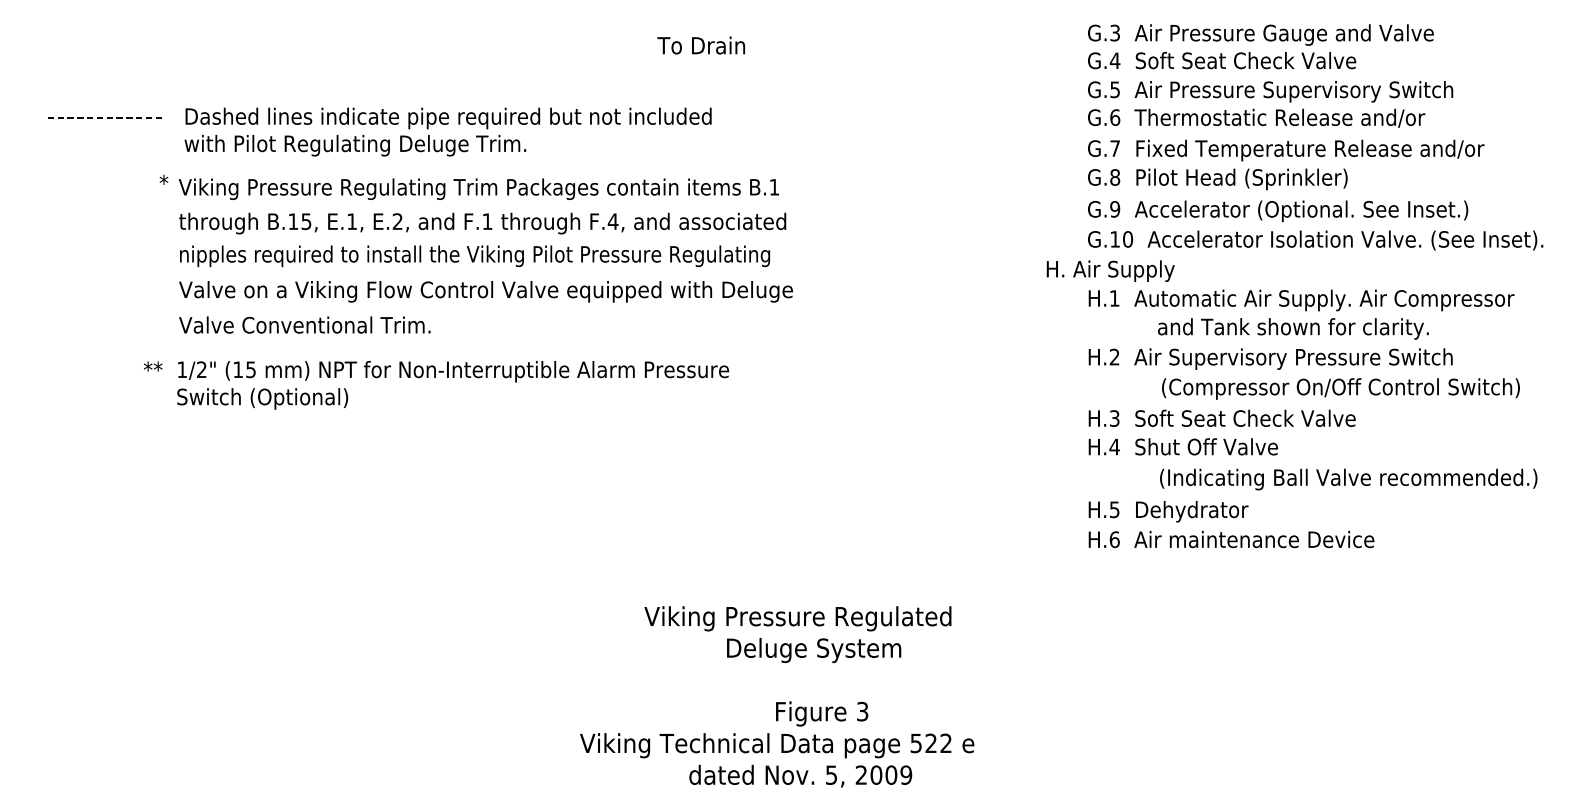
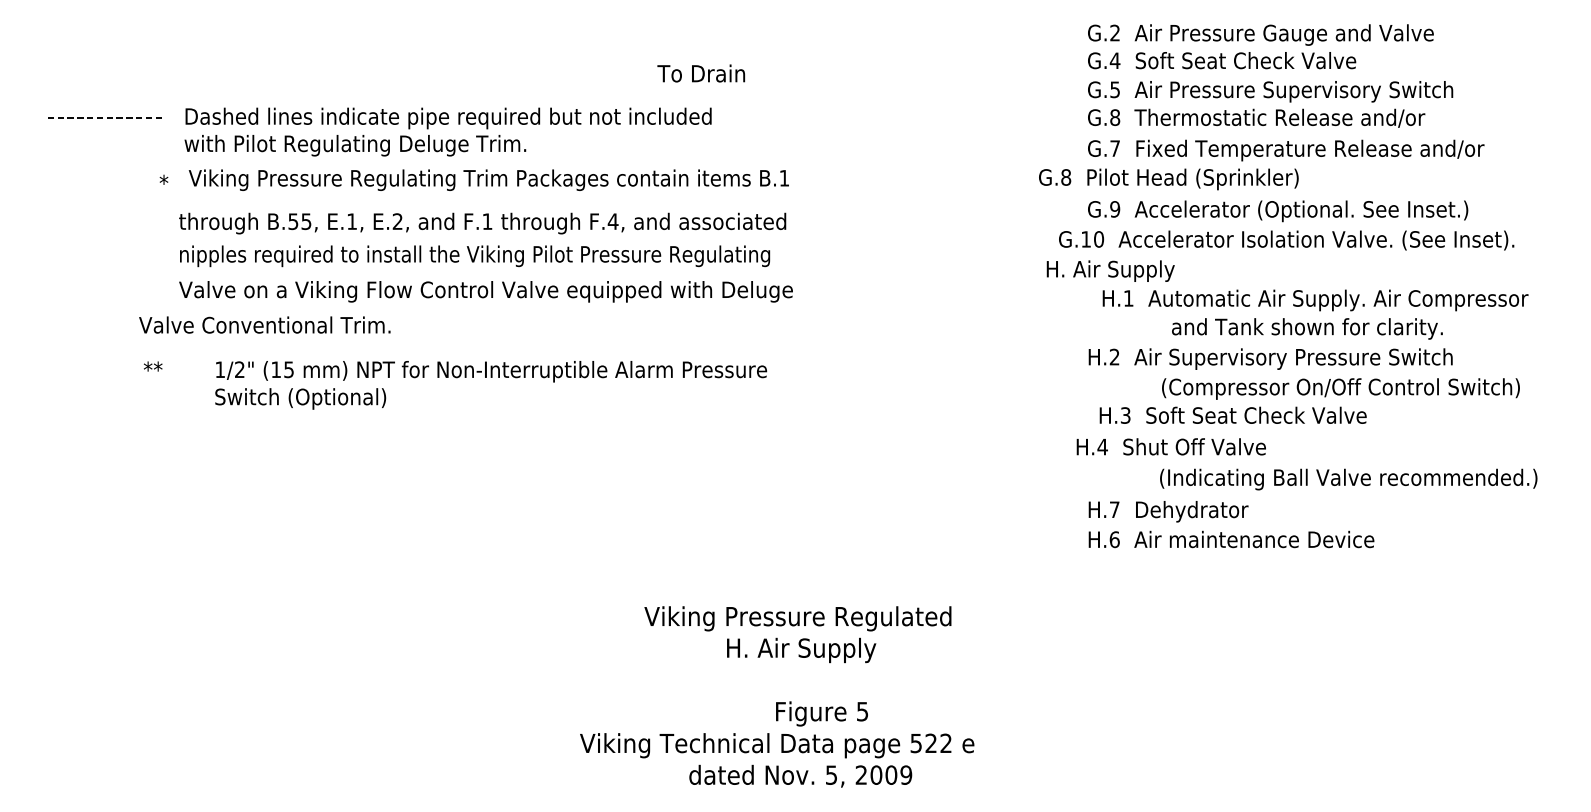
text at (1114, 33): G.3 -> G.2
text at (701, 45) position: (701, 45) -> (701, 73)
text at (1115, 117): G.6 -> G.8
text at (1217, 179) position: (1217, 179) -> (1168, 179)
text at (478, 188) position: (478, 188) -> (488, 179)
text at (293, 221): B.15, -> B.55,
text at (1315, 240) position: (1315, 240) -> (1286, 240)
text at (1301, 314) position: (1301, 314) -> (1315, 314)
text at (304, 324) position: (304, 324) -> (264, 324)
text at (453, 385) position: (453, 385) -> (491, 385)
text at (1221, 417) position: (1221, 417) -> (1232, 414)
text at (1182, 446) position: (1182, 446) -> (1170, 446)
text at (1114, 509): H.5 -> H.7
text at (815, 650): Deluge System -> H. Air Supply
text at (862, 710): 3 -> 5
